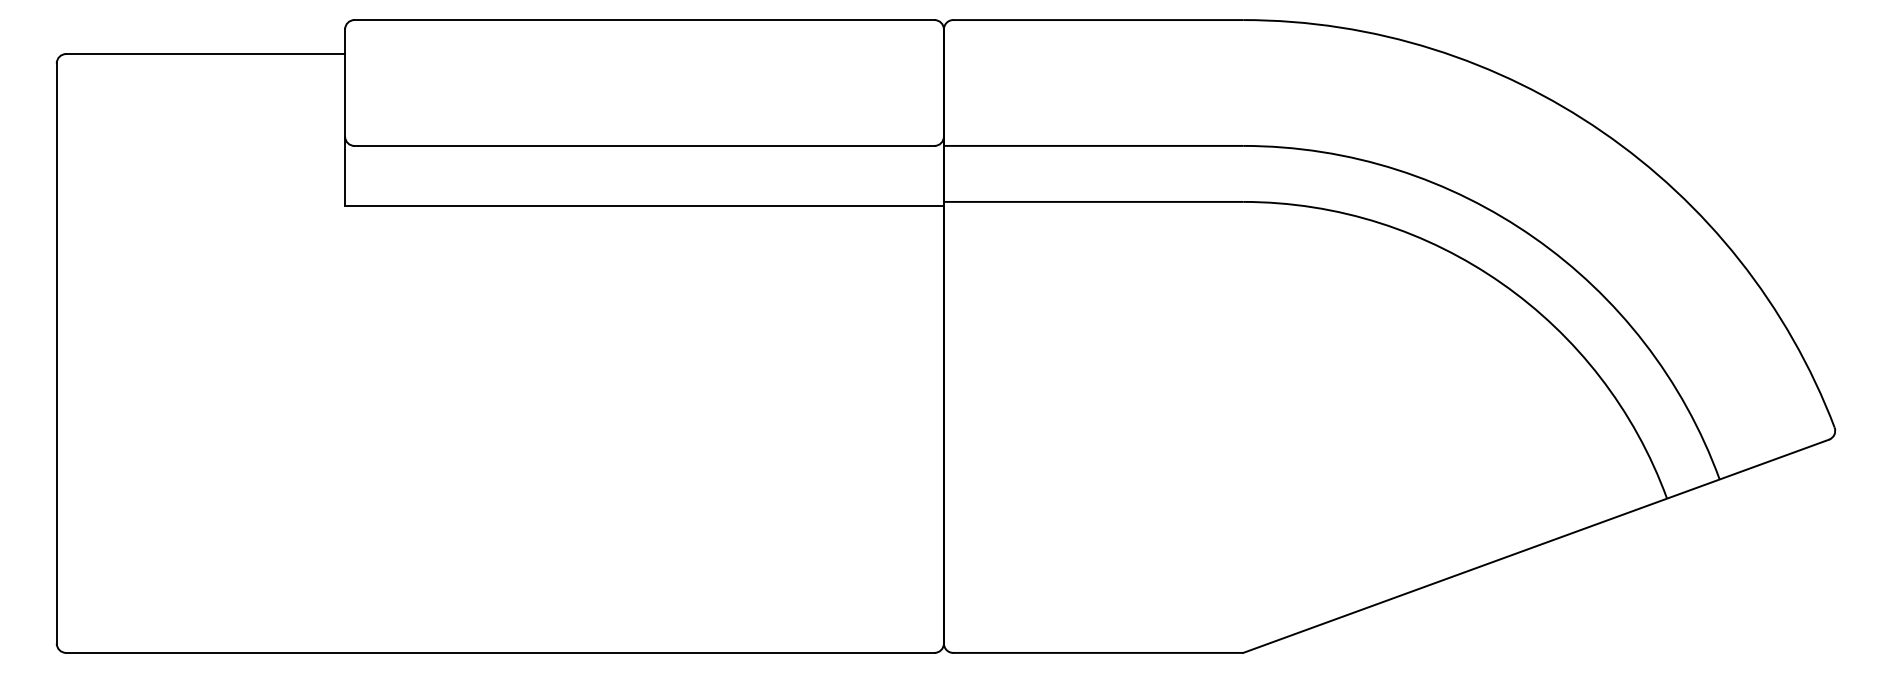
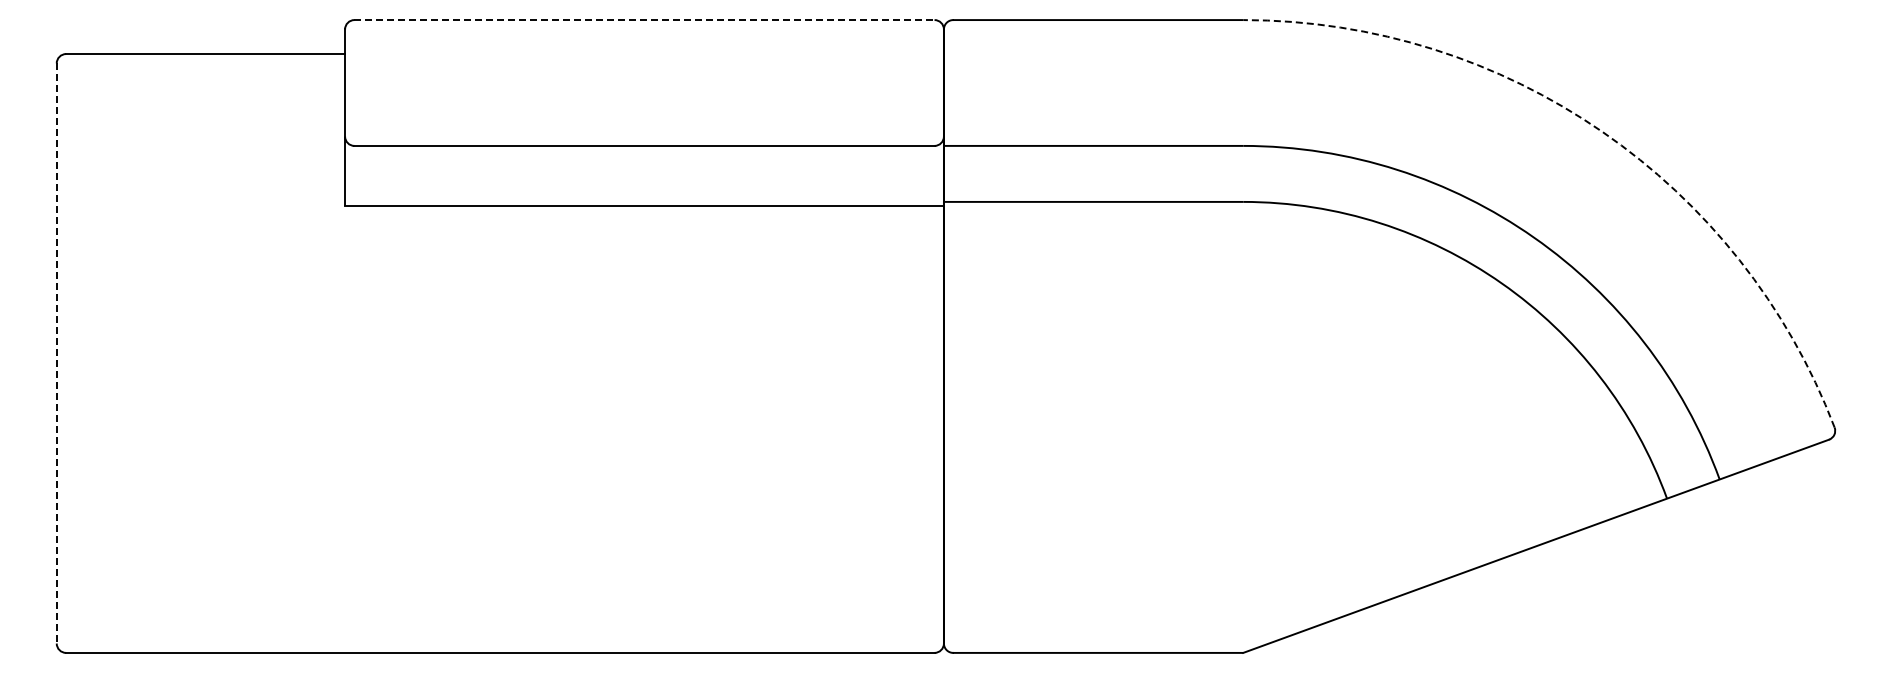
line at (645, 20): solid -> dashed
arc at (1602, 131): solid -> dashed
line at (56, 353): solid -> dashed
